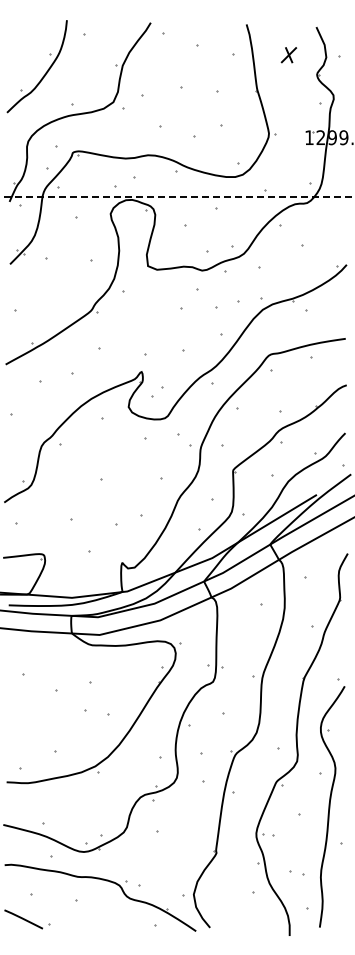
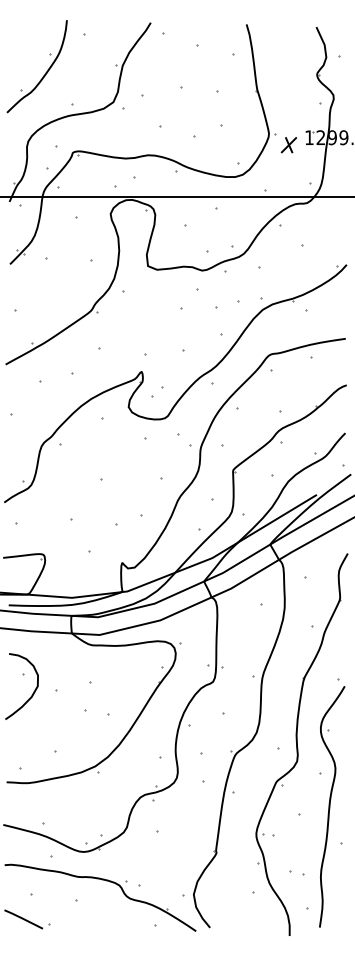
part at (288, 55) position: (288, 55) -> (288, 145)
line at (177, 196): dashed -> solid
curve at (33, 691): none -> present
